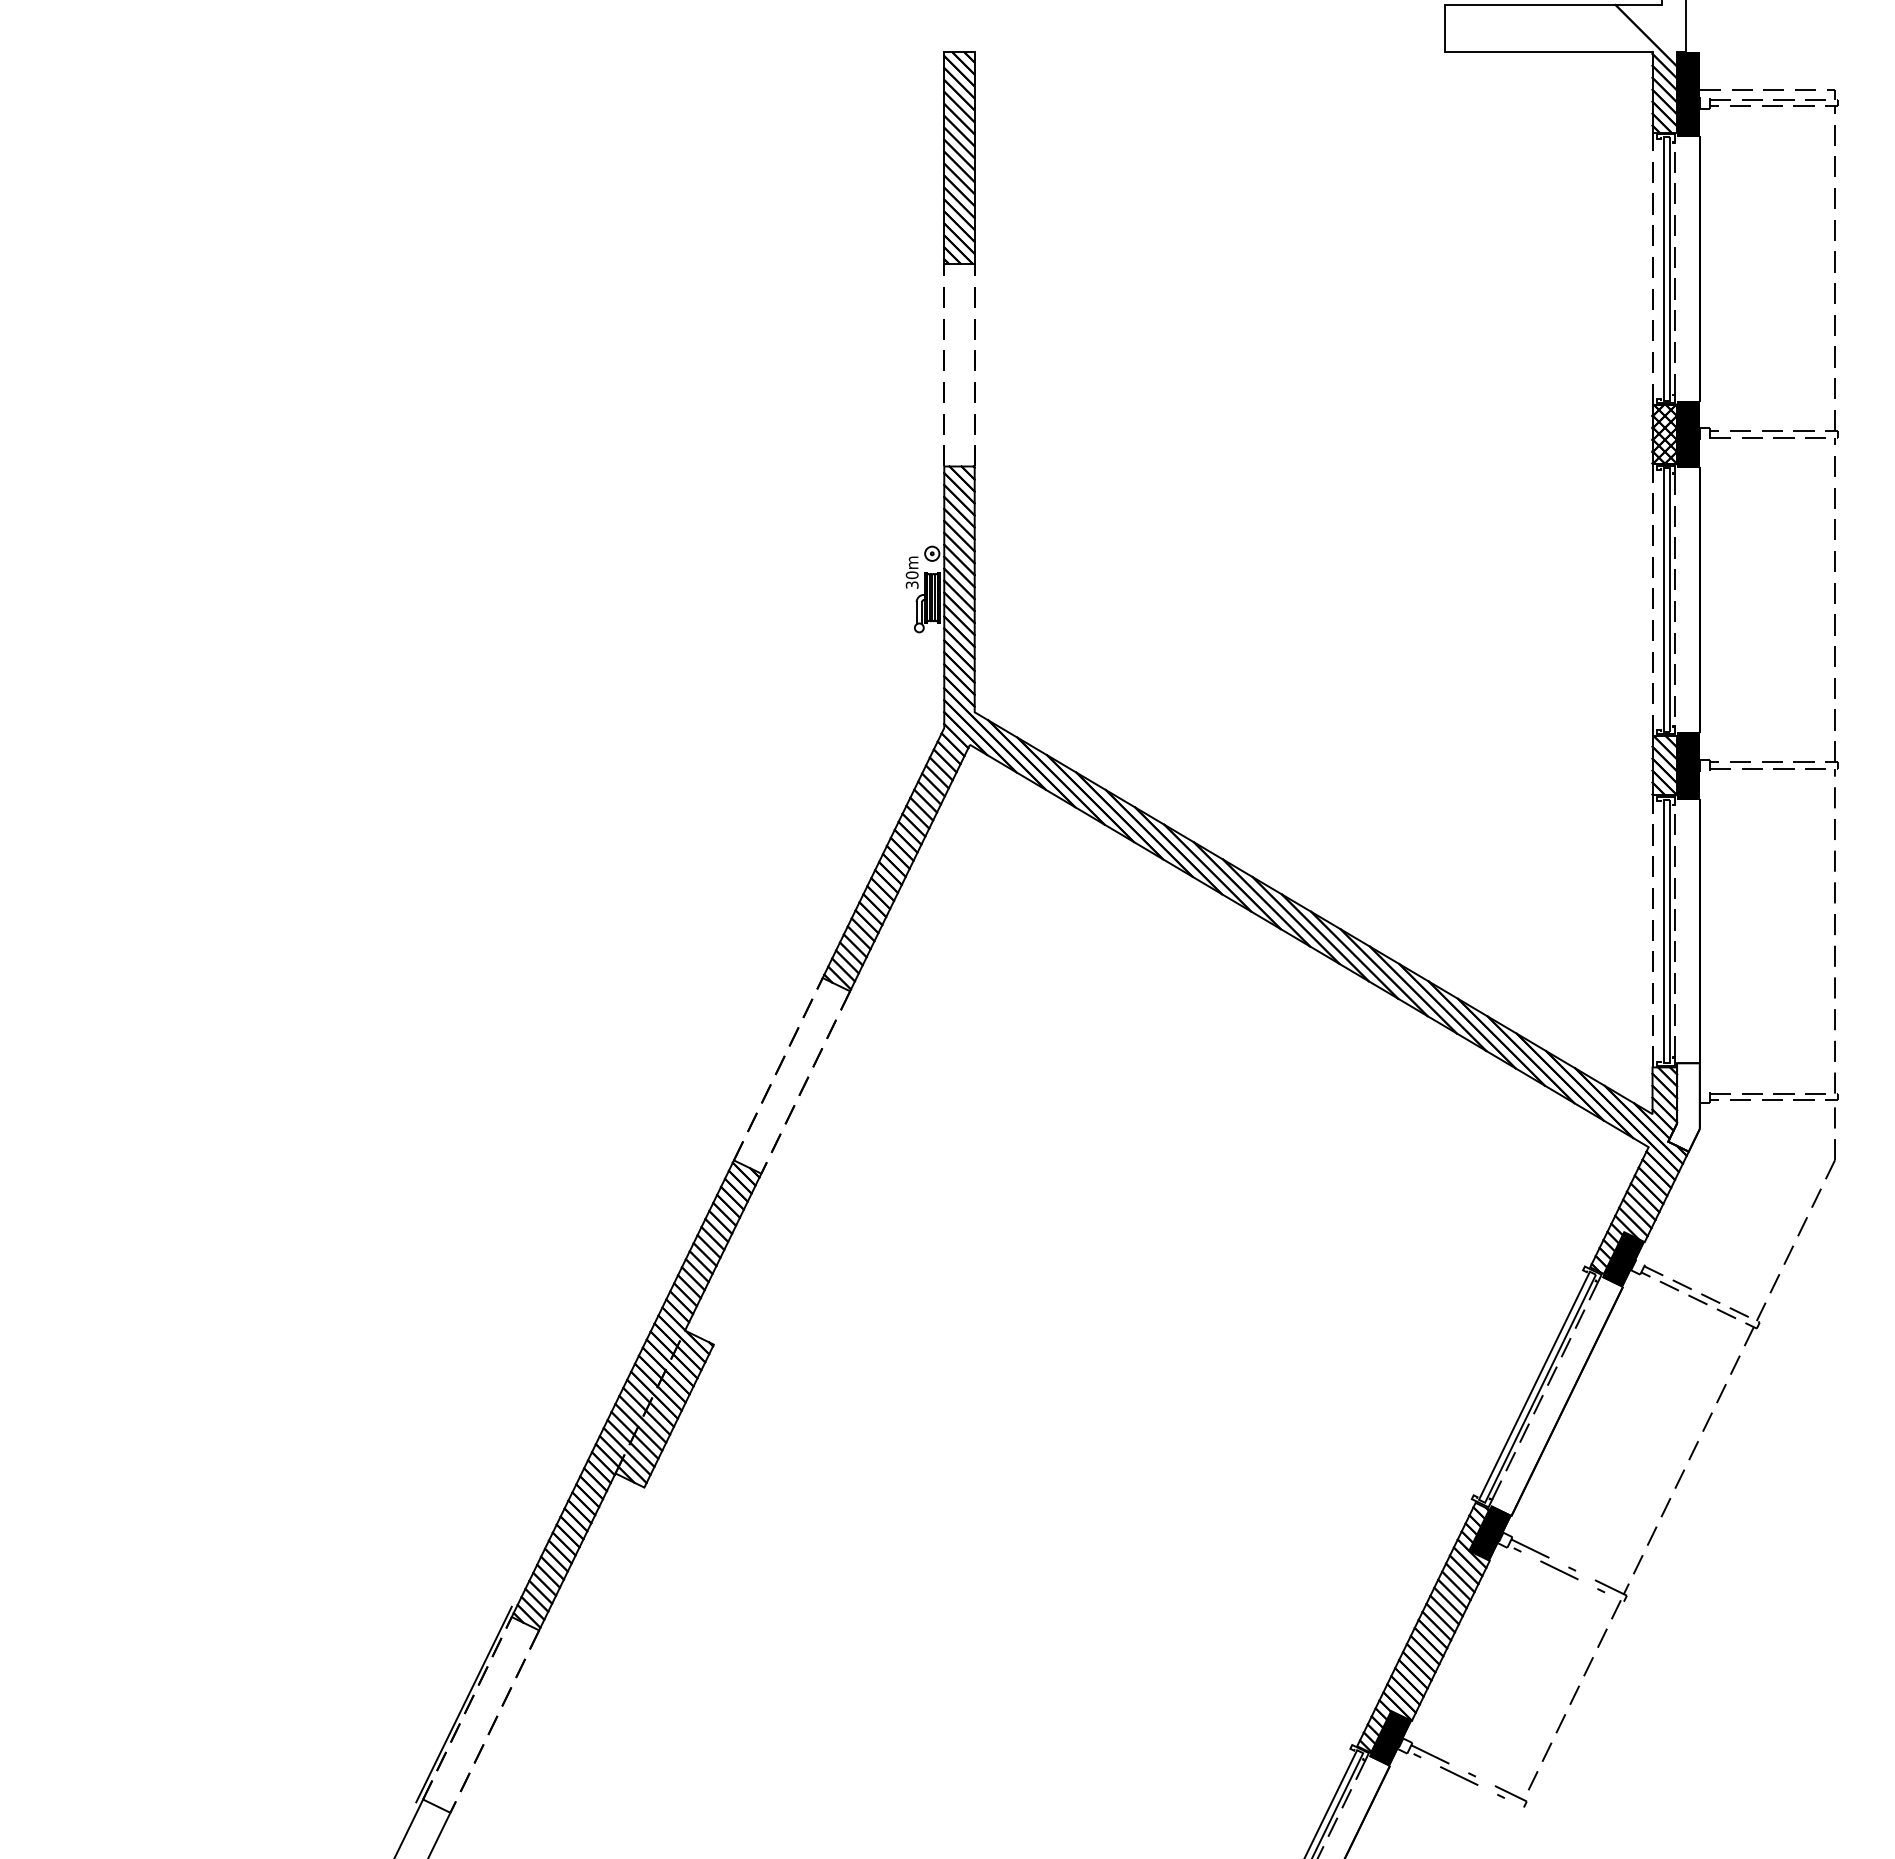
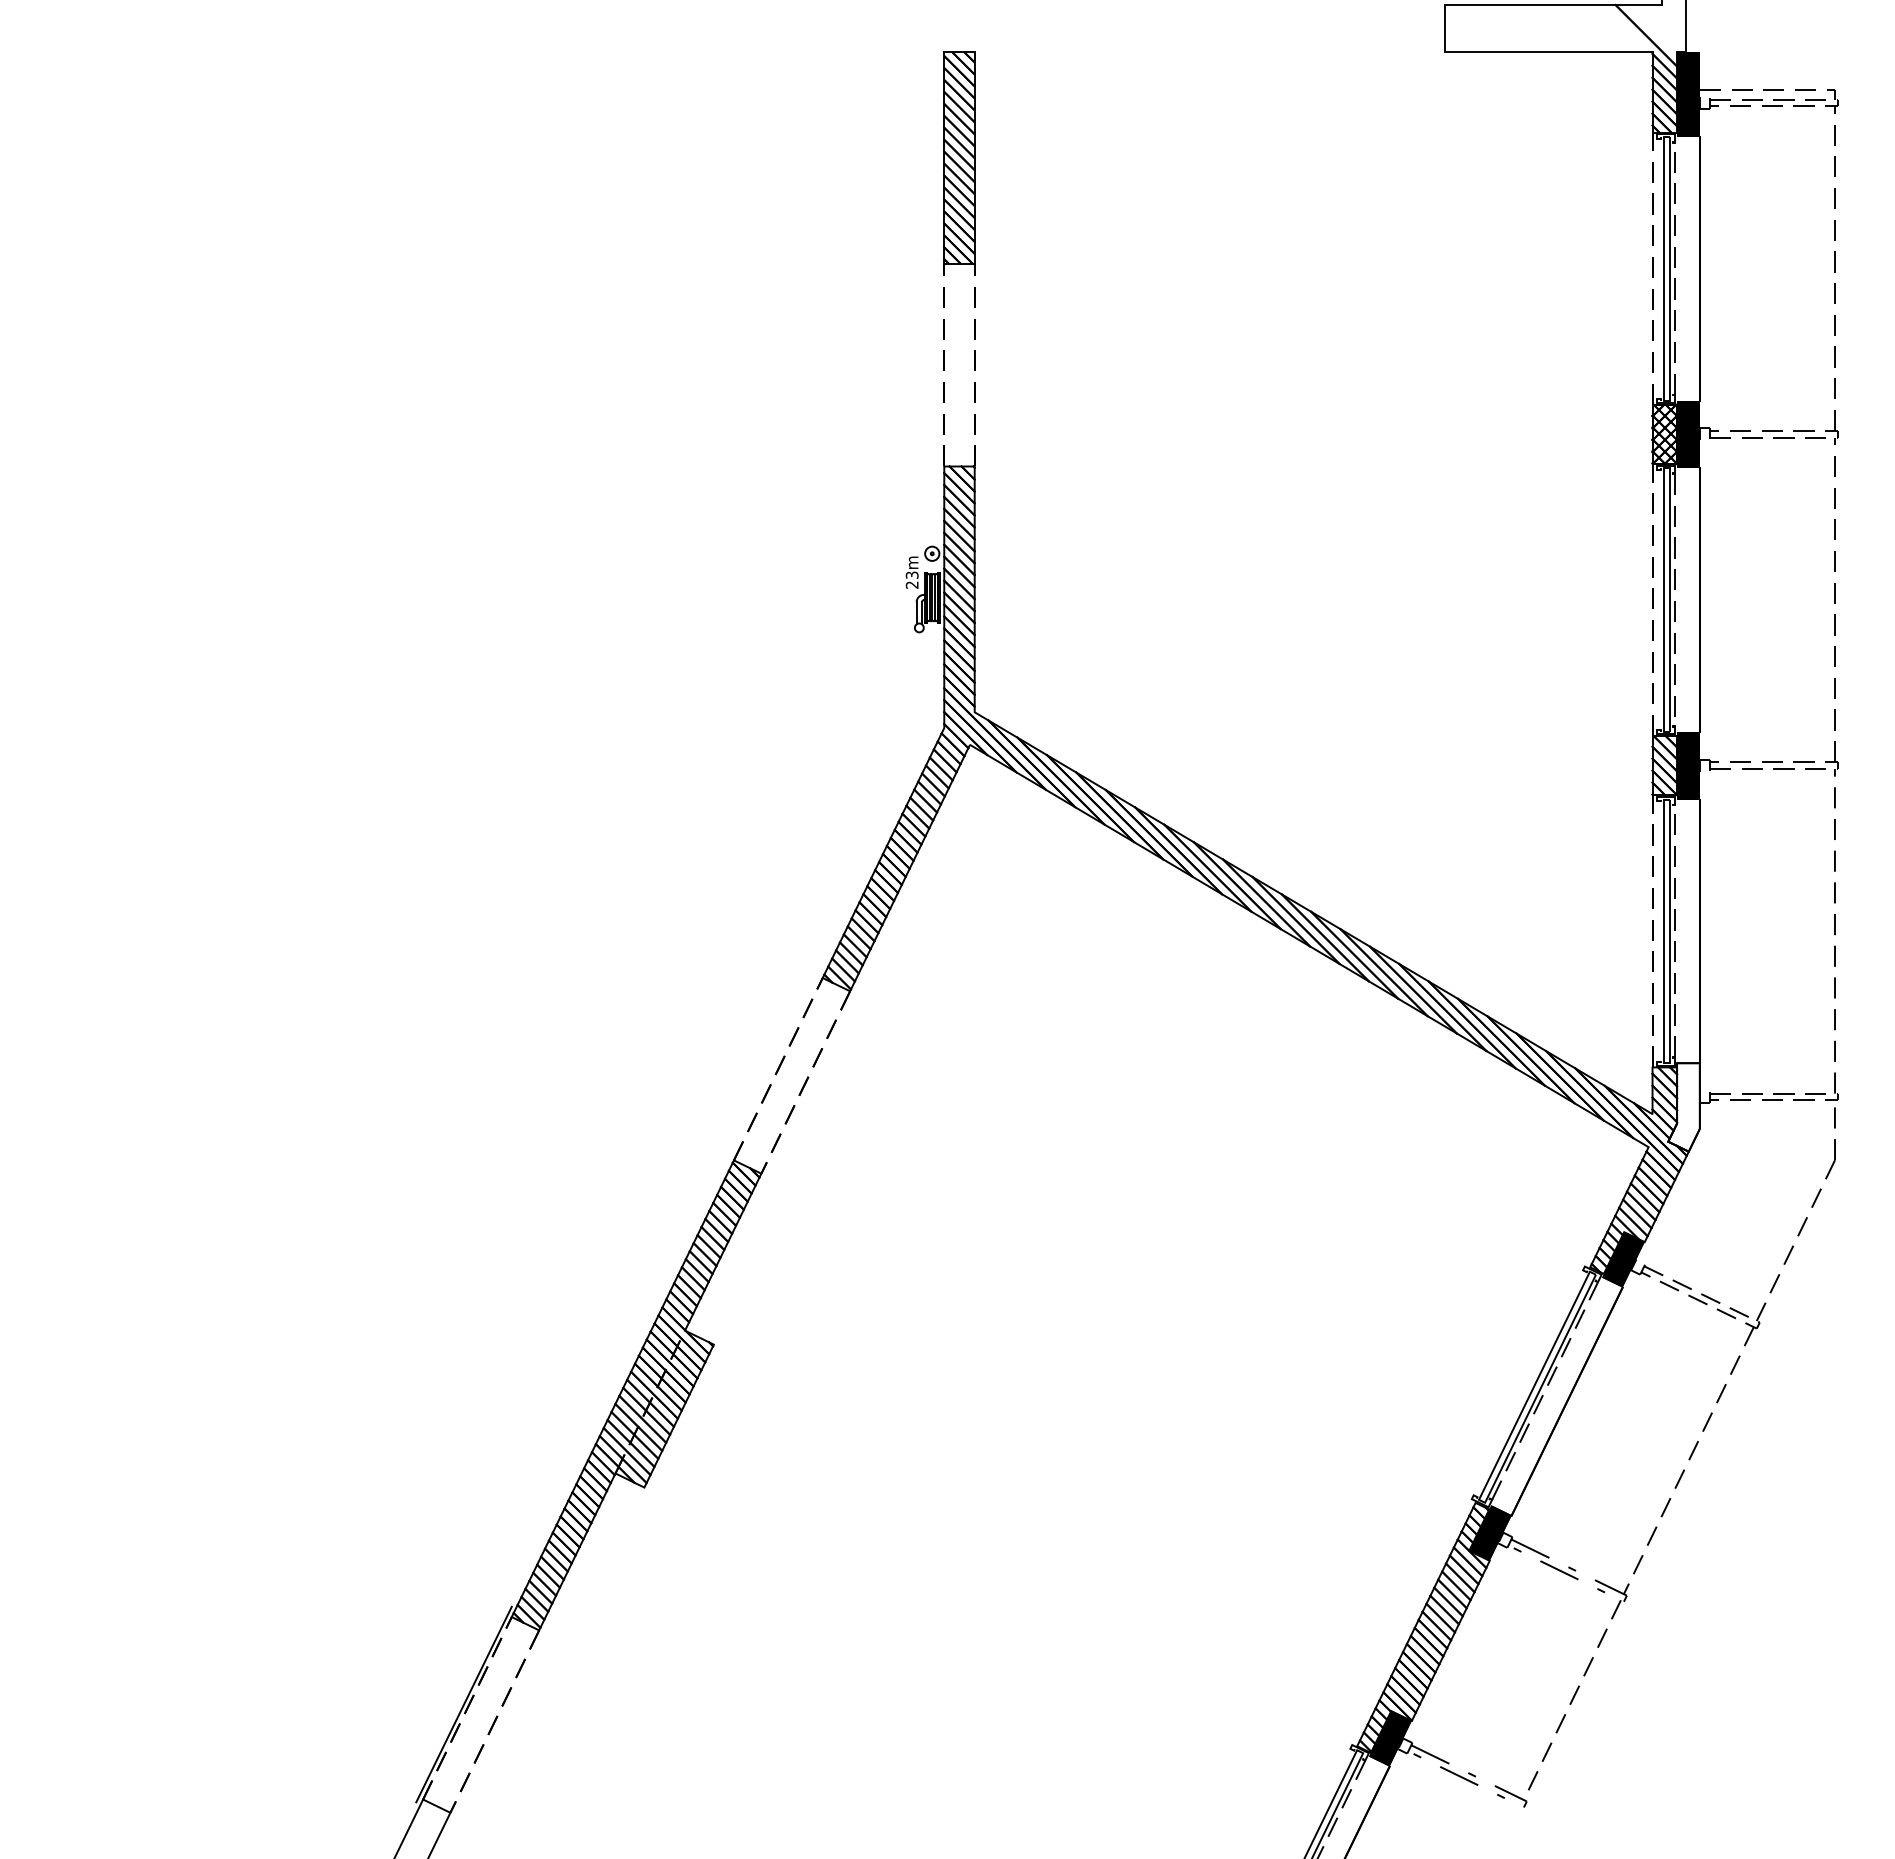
text at (911, 579): 30m -> 23m
